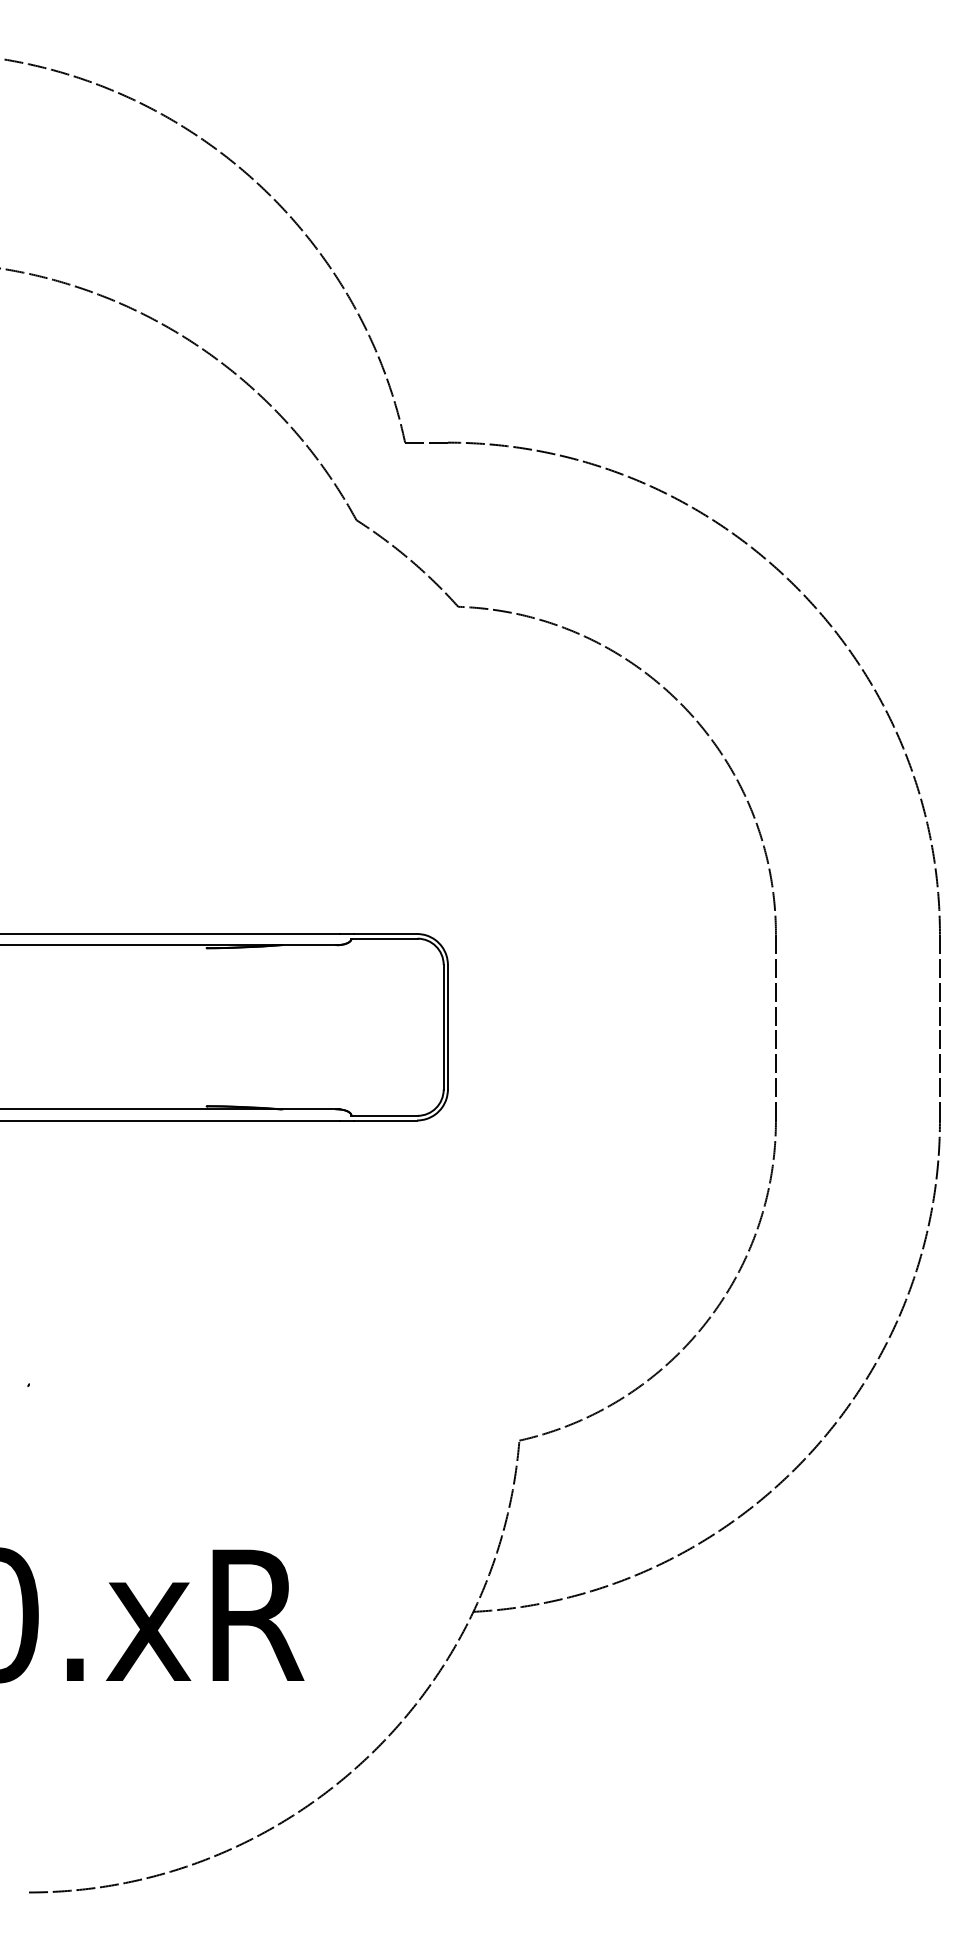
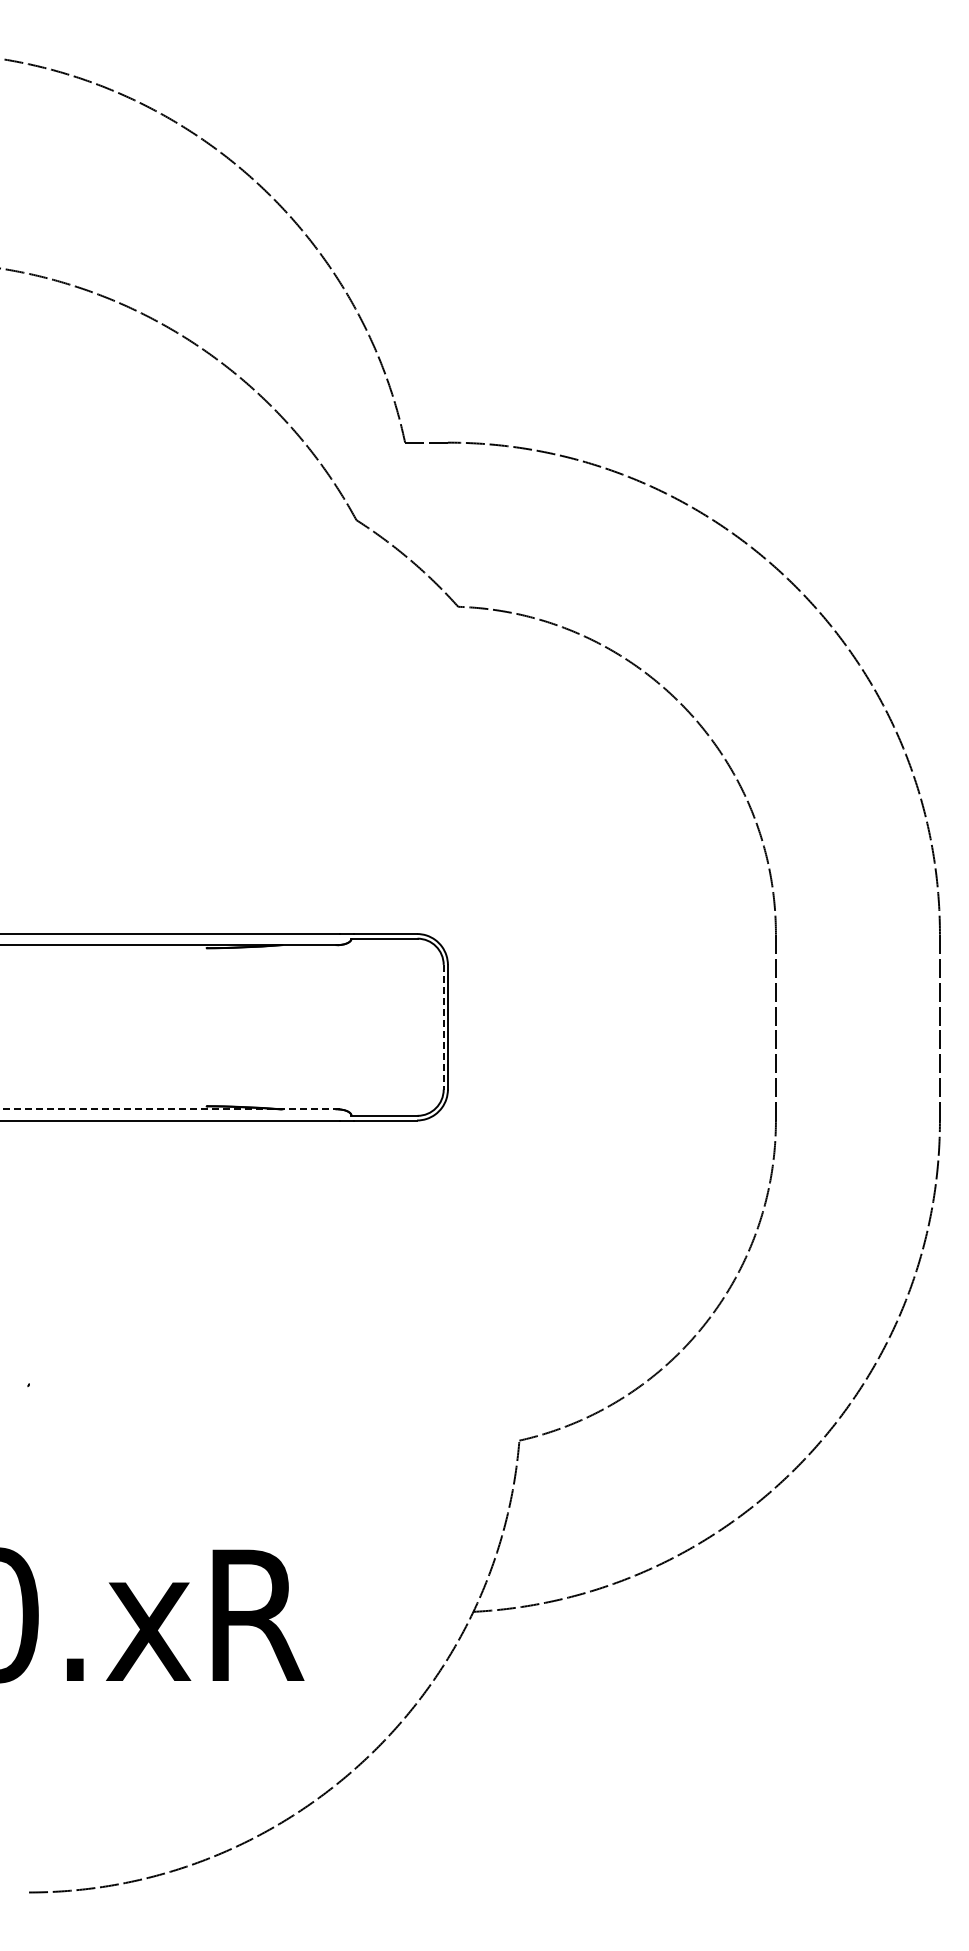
line at (443, 1027): solid -> dashed
line at (170, 1109): solid -> dashed
